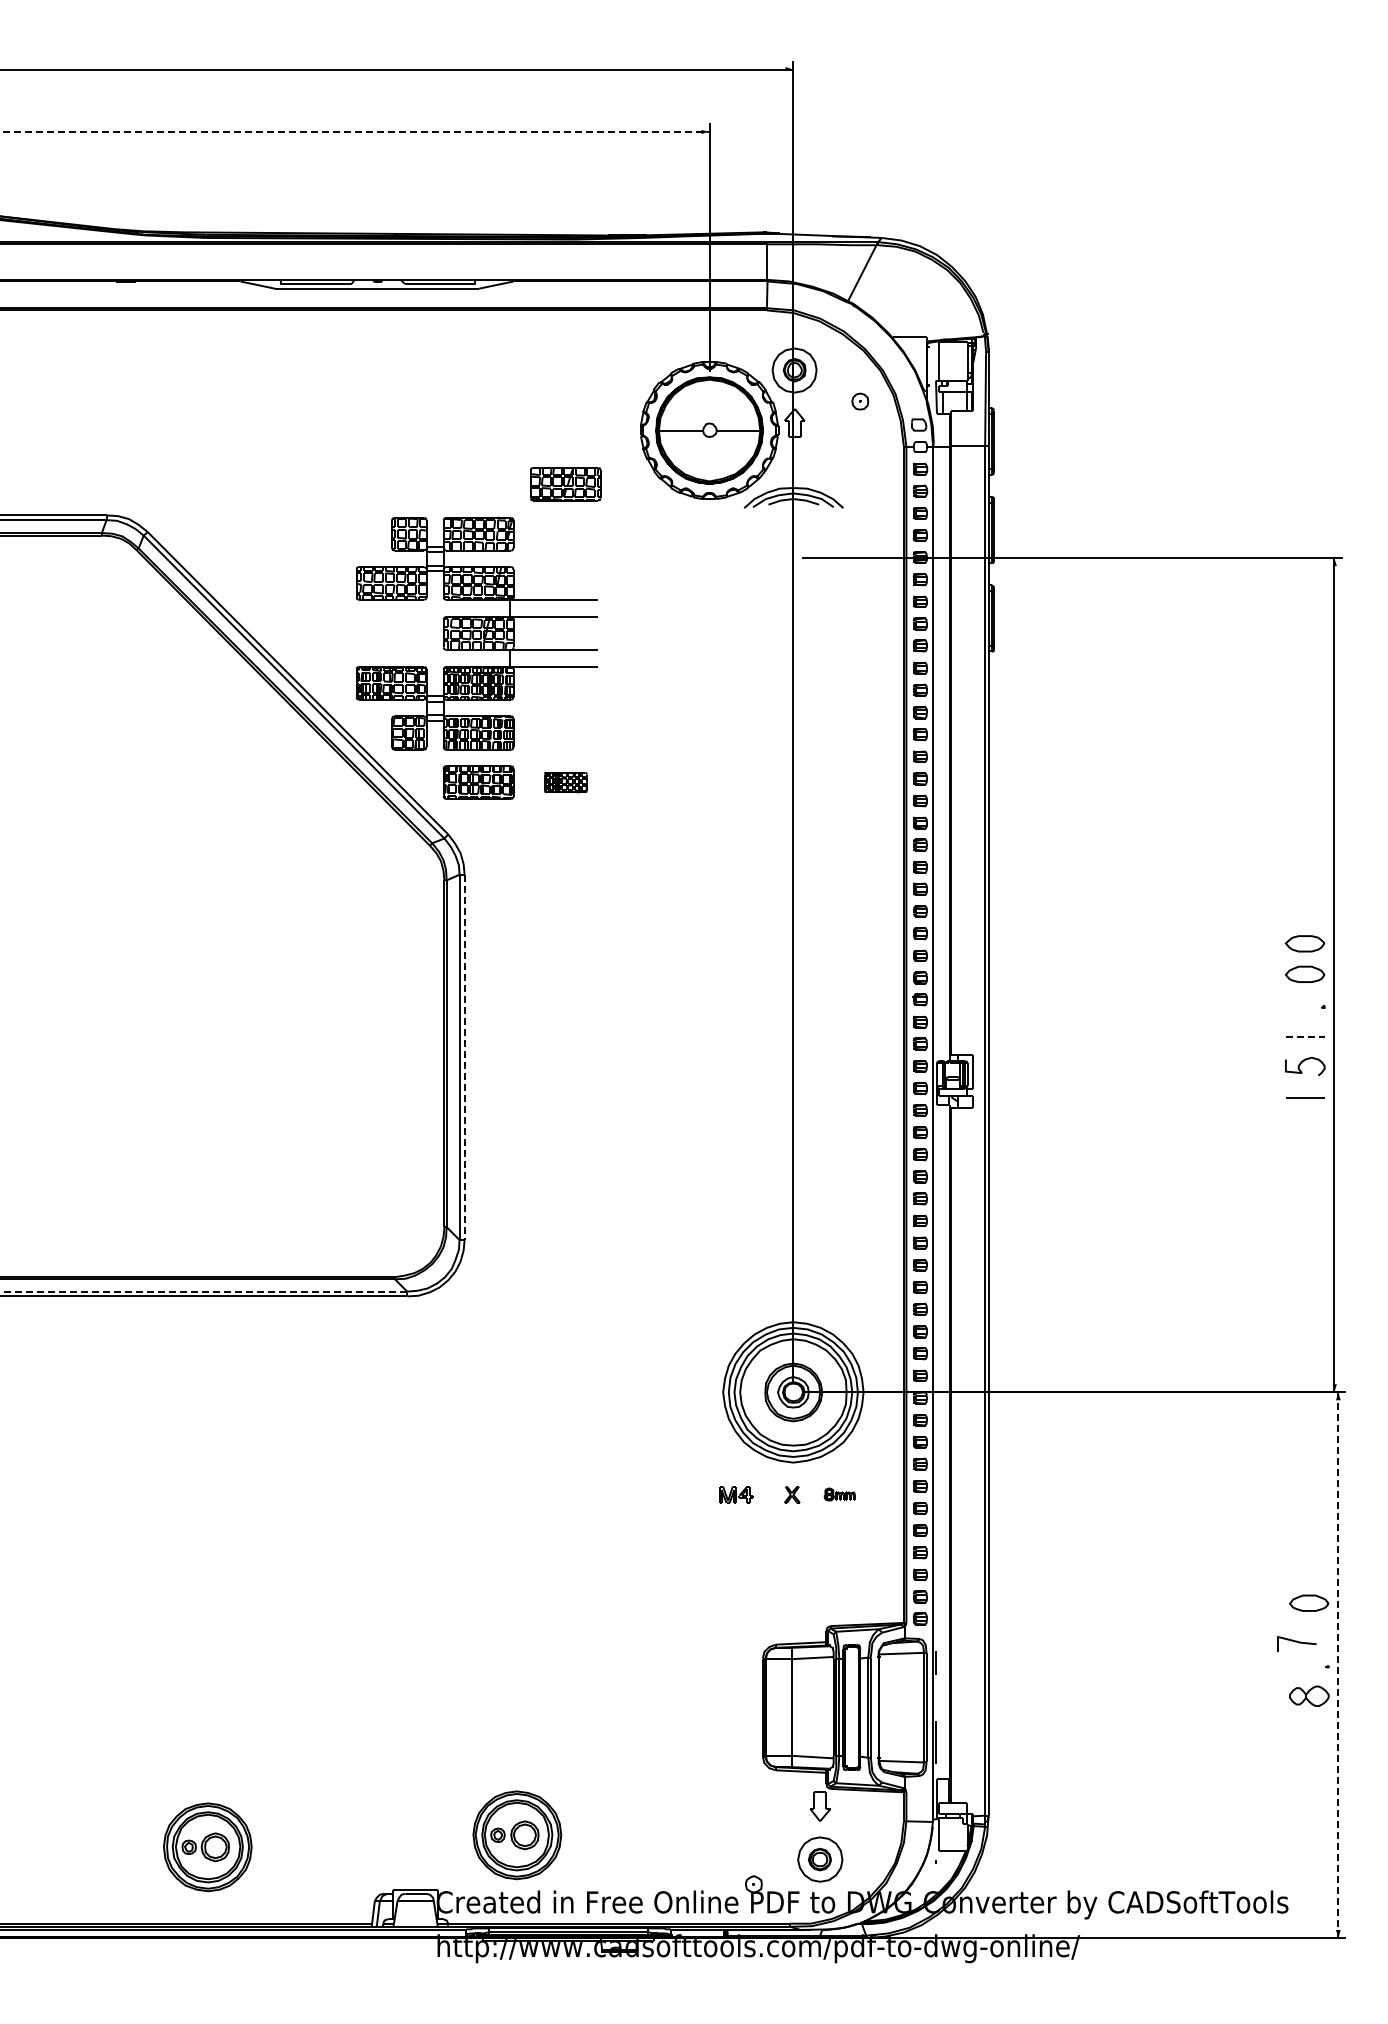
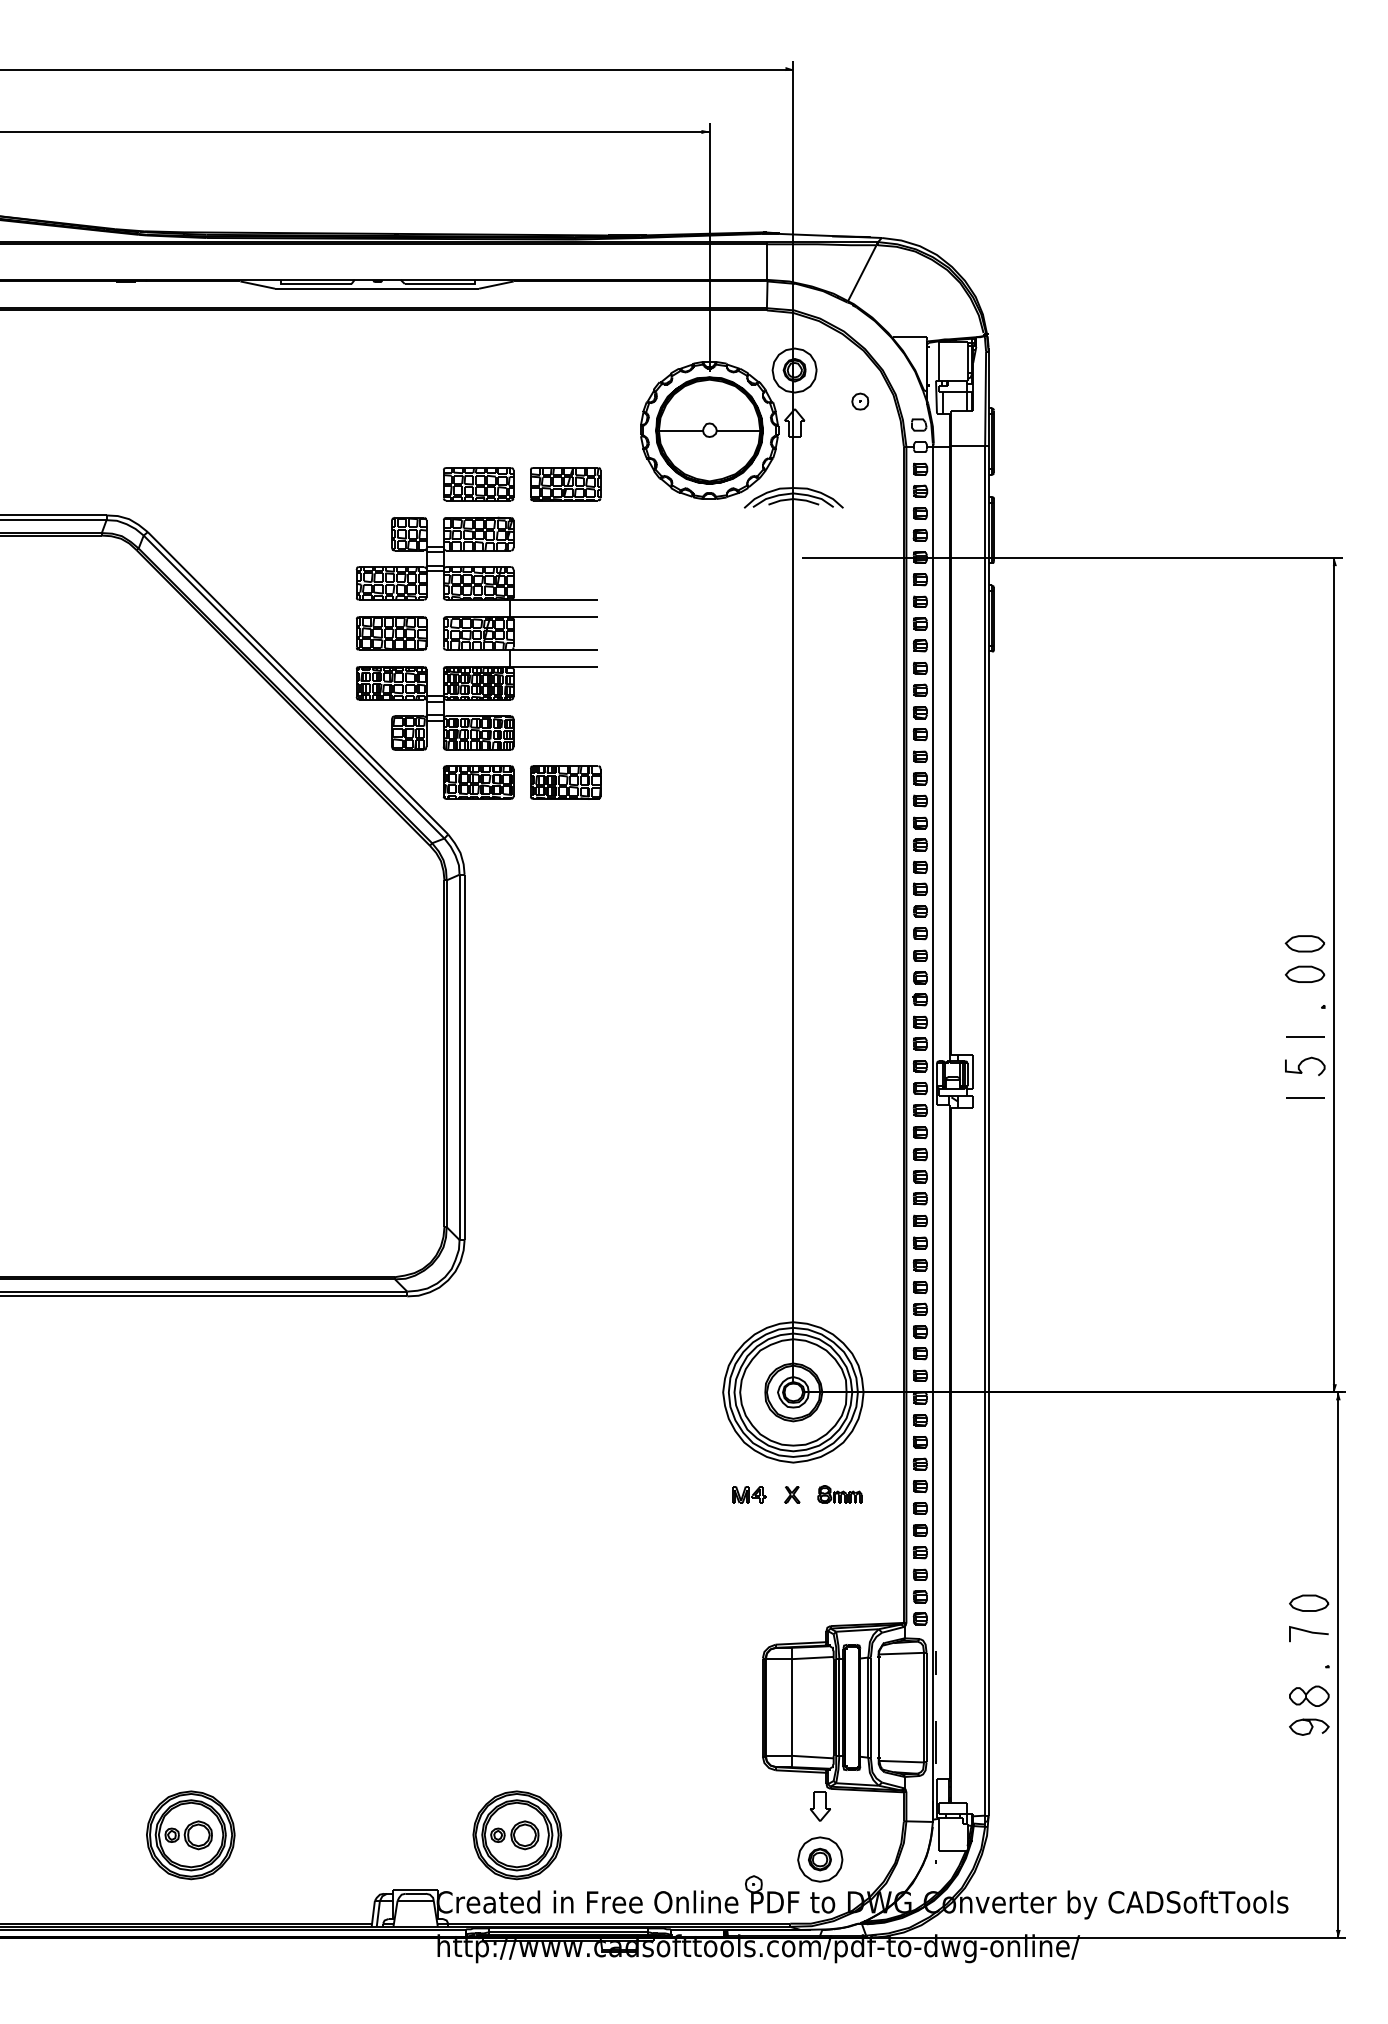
line at (354, 131): dashed -> solid
part at (478, 484): none -> present
part at (391, 633): none -> present
part at (565, 782) size: 44x22 px -> 72x35 px
line at (1305, 1036): dashed -> solid
line at (464, 1057): dashed -> solid
line at (203, 1291): dashed -> solid
part at (736, 1494) position: (736, 1494) -> (749, 1494)
part at (839, 1494) size: 33x15 px -> 46x19 px
curve at (1296, 1642) position: (1296, 1642) -> (1308, 1632)
line at (1338, 1665): dashed -> solid
curve at (1310, 1725): none -> present
part at (207, 1847) position: (207, 1847) -> (190, 1835)
